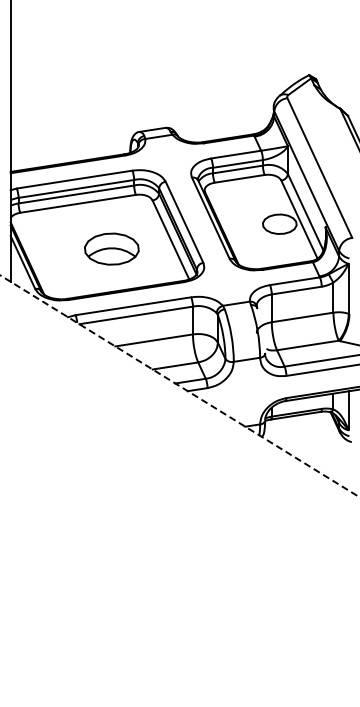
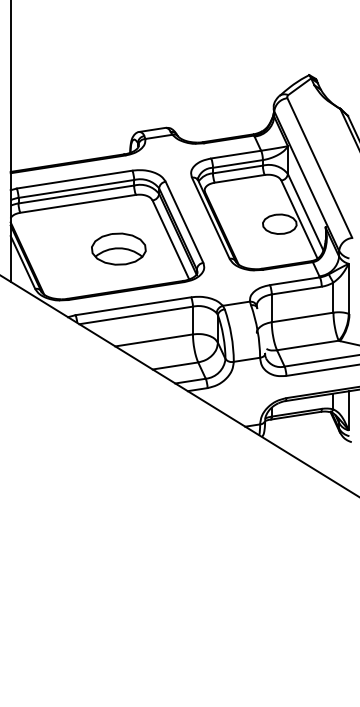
part at (111, 248) position: (111, 248) -> (118, 248)
line at (179, 386): dashed -> solid
